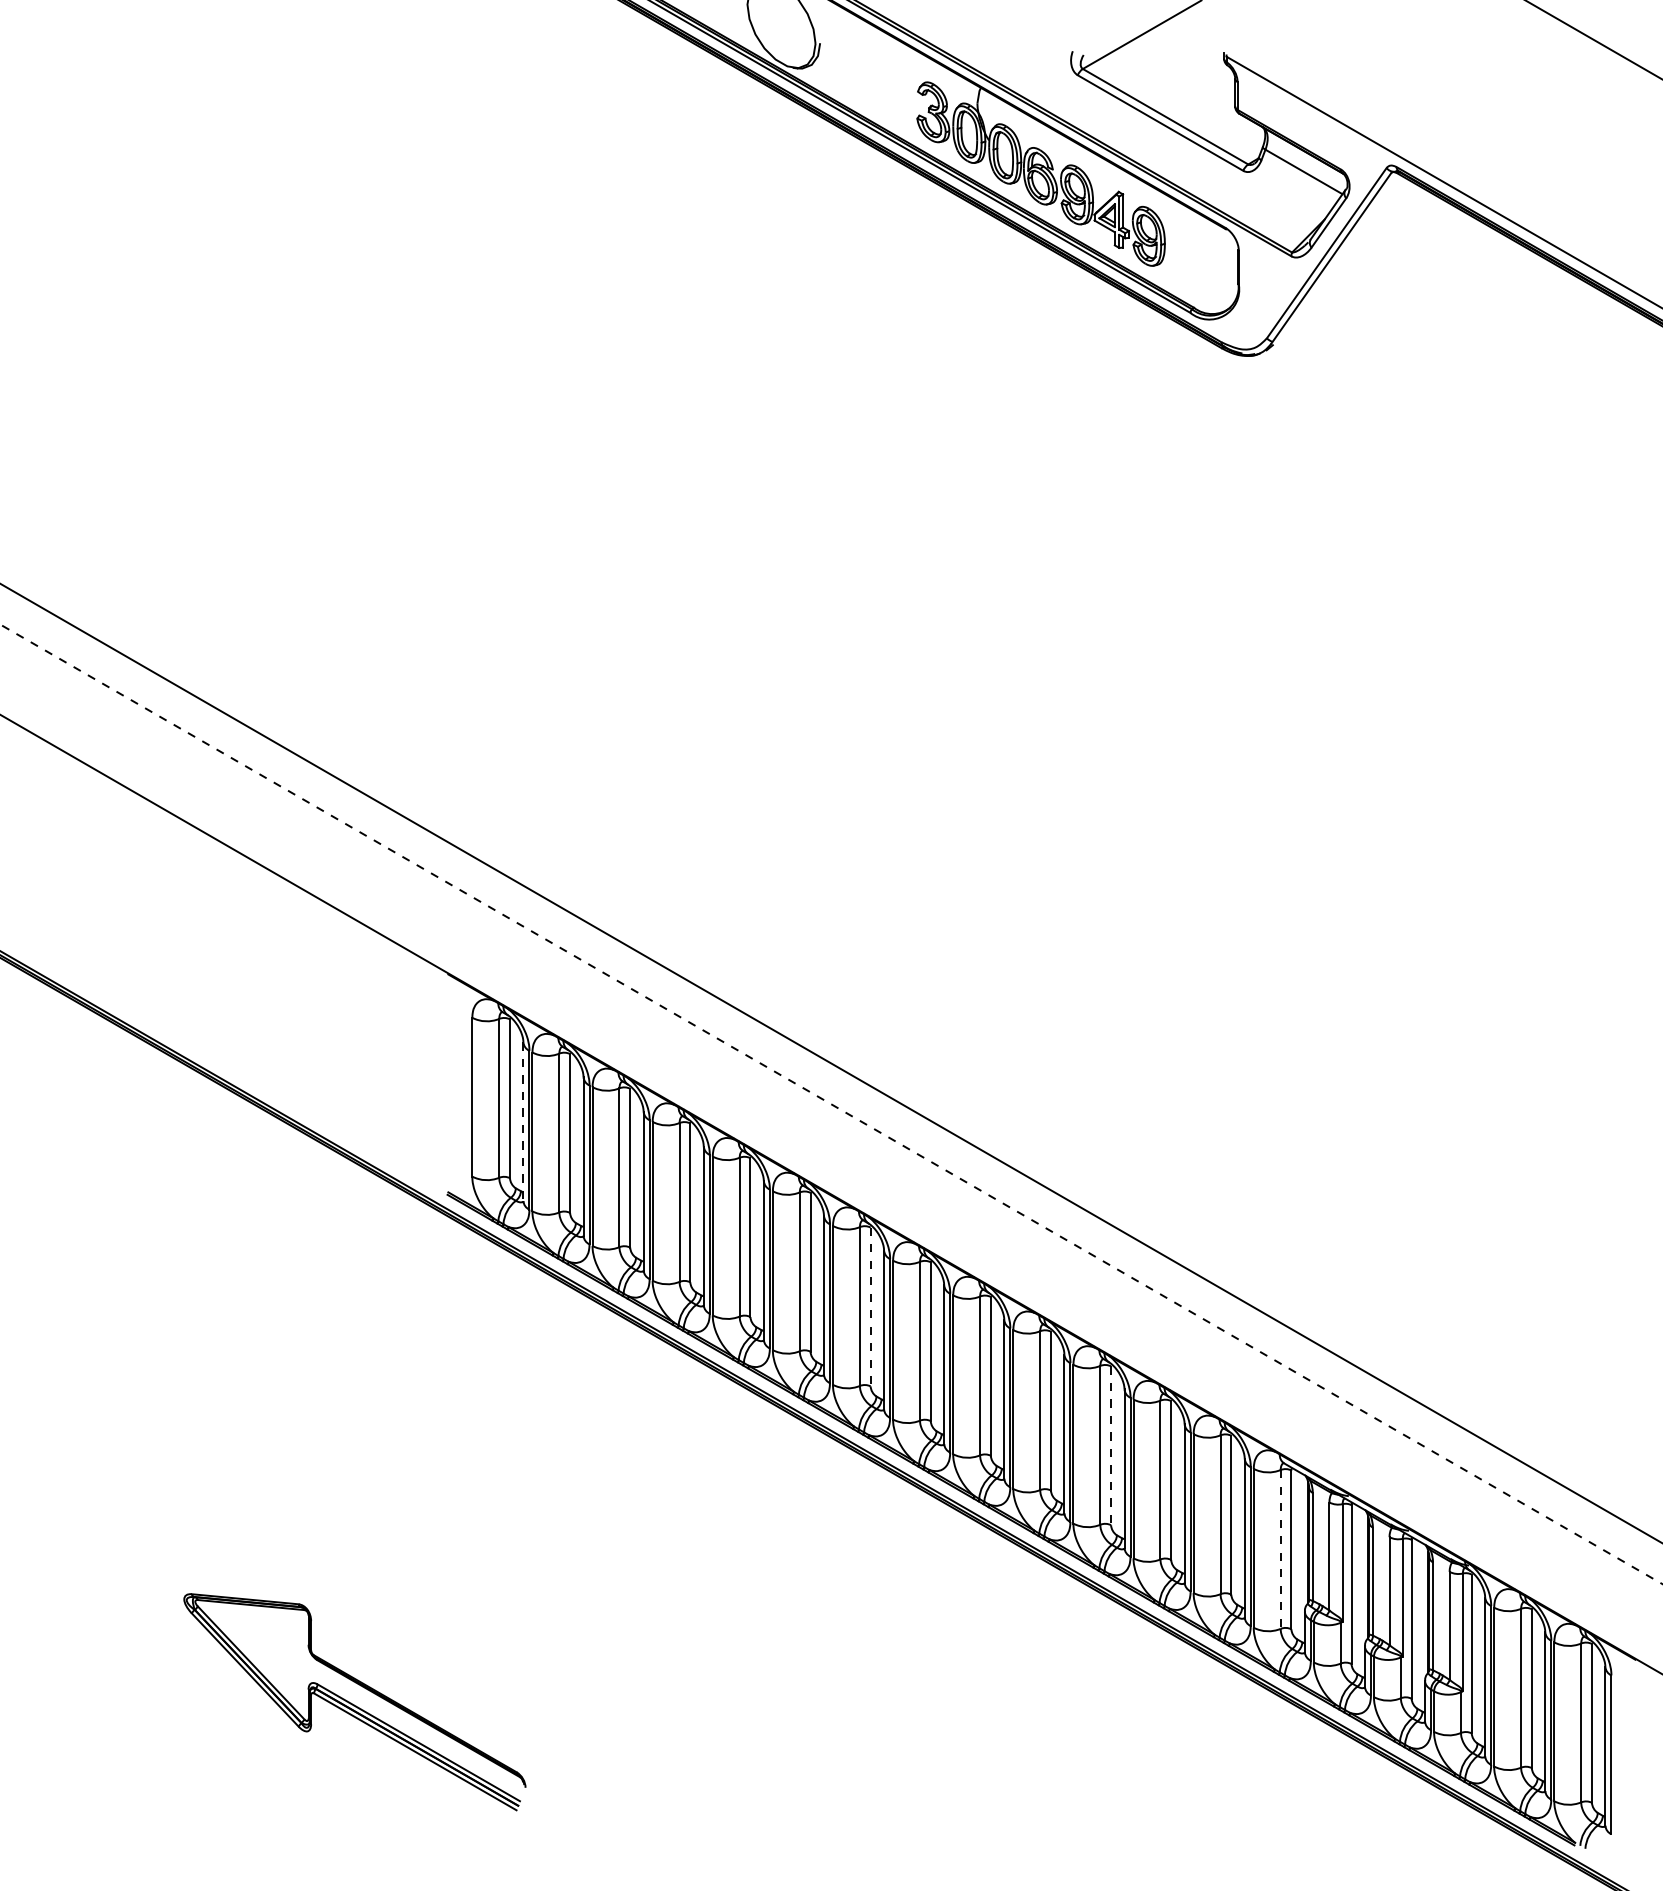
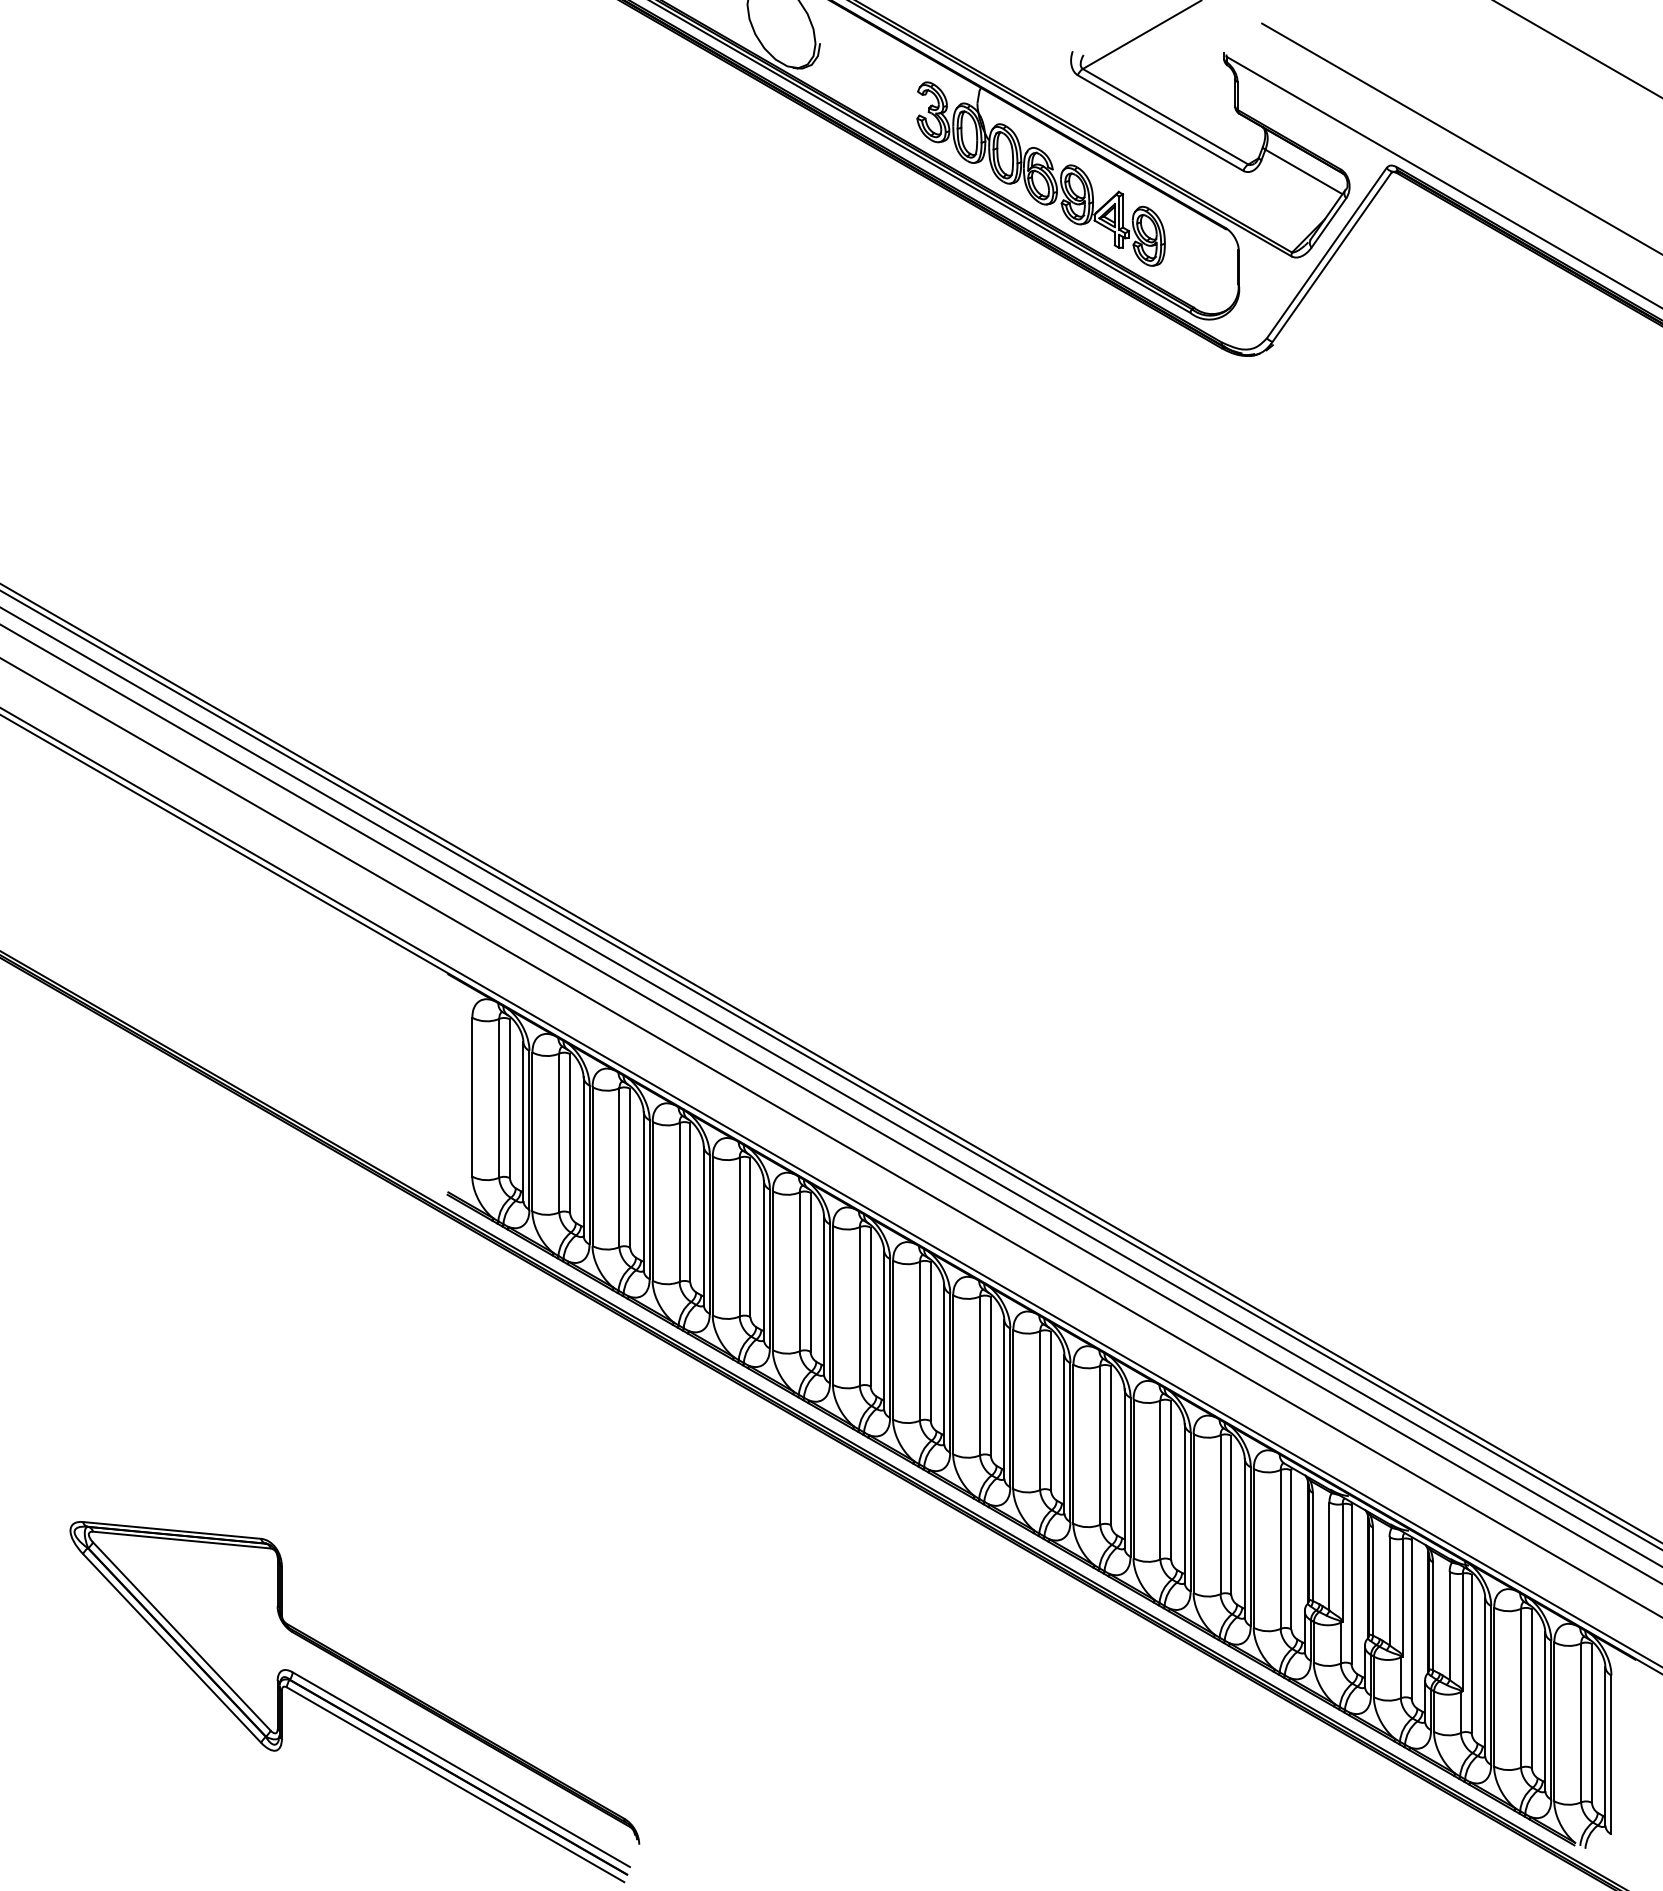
line at (1593, 39) position: (1593, 39) -> (1577, 49)
line at (1460, 138): none -> present
line at (830, 1069): none -> present
line at (830, 1086): none -> present
line at (831, 1104): dashed -> solid
line at (523, 1122): dashed -> solid
line at (830, 1137): none -> present
line at (830, 1186): none -> present
line at (870, 1307): dashed -> solid
line at (1111, 1446): dashed -> solid
line at (1280, 1549): dashed -> solid
part at (354, 1702) size: 344x219 px -> 572x363 px
